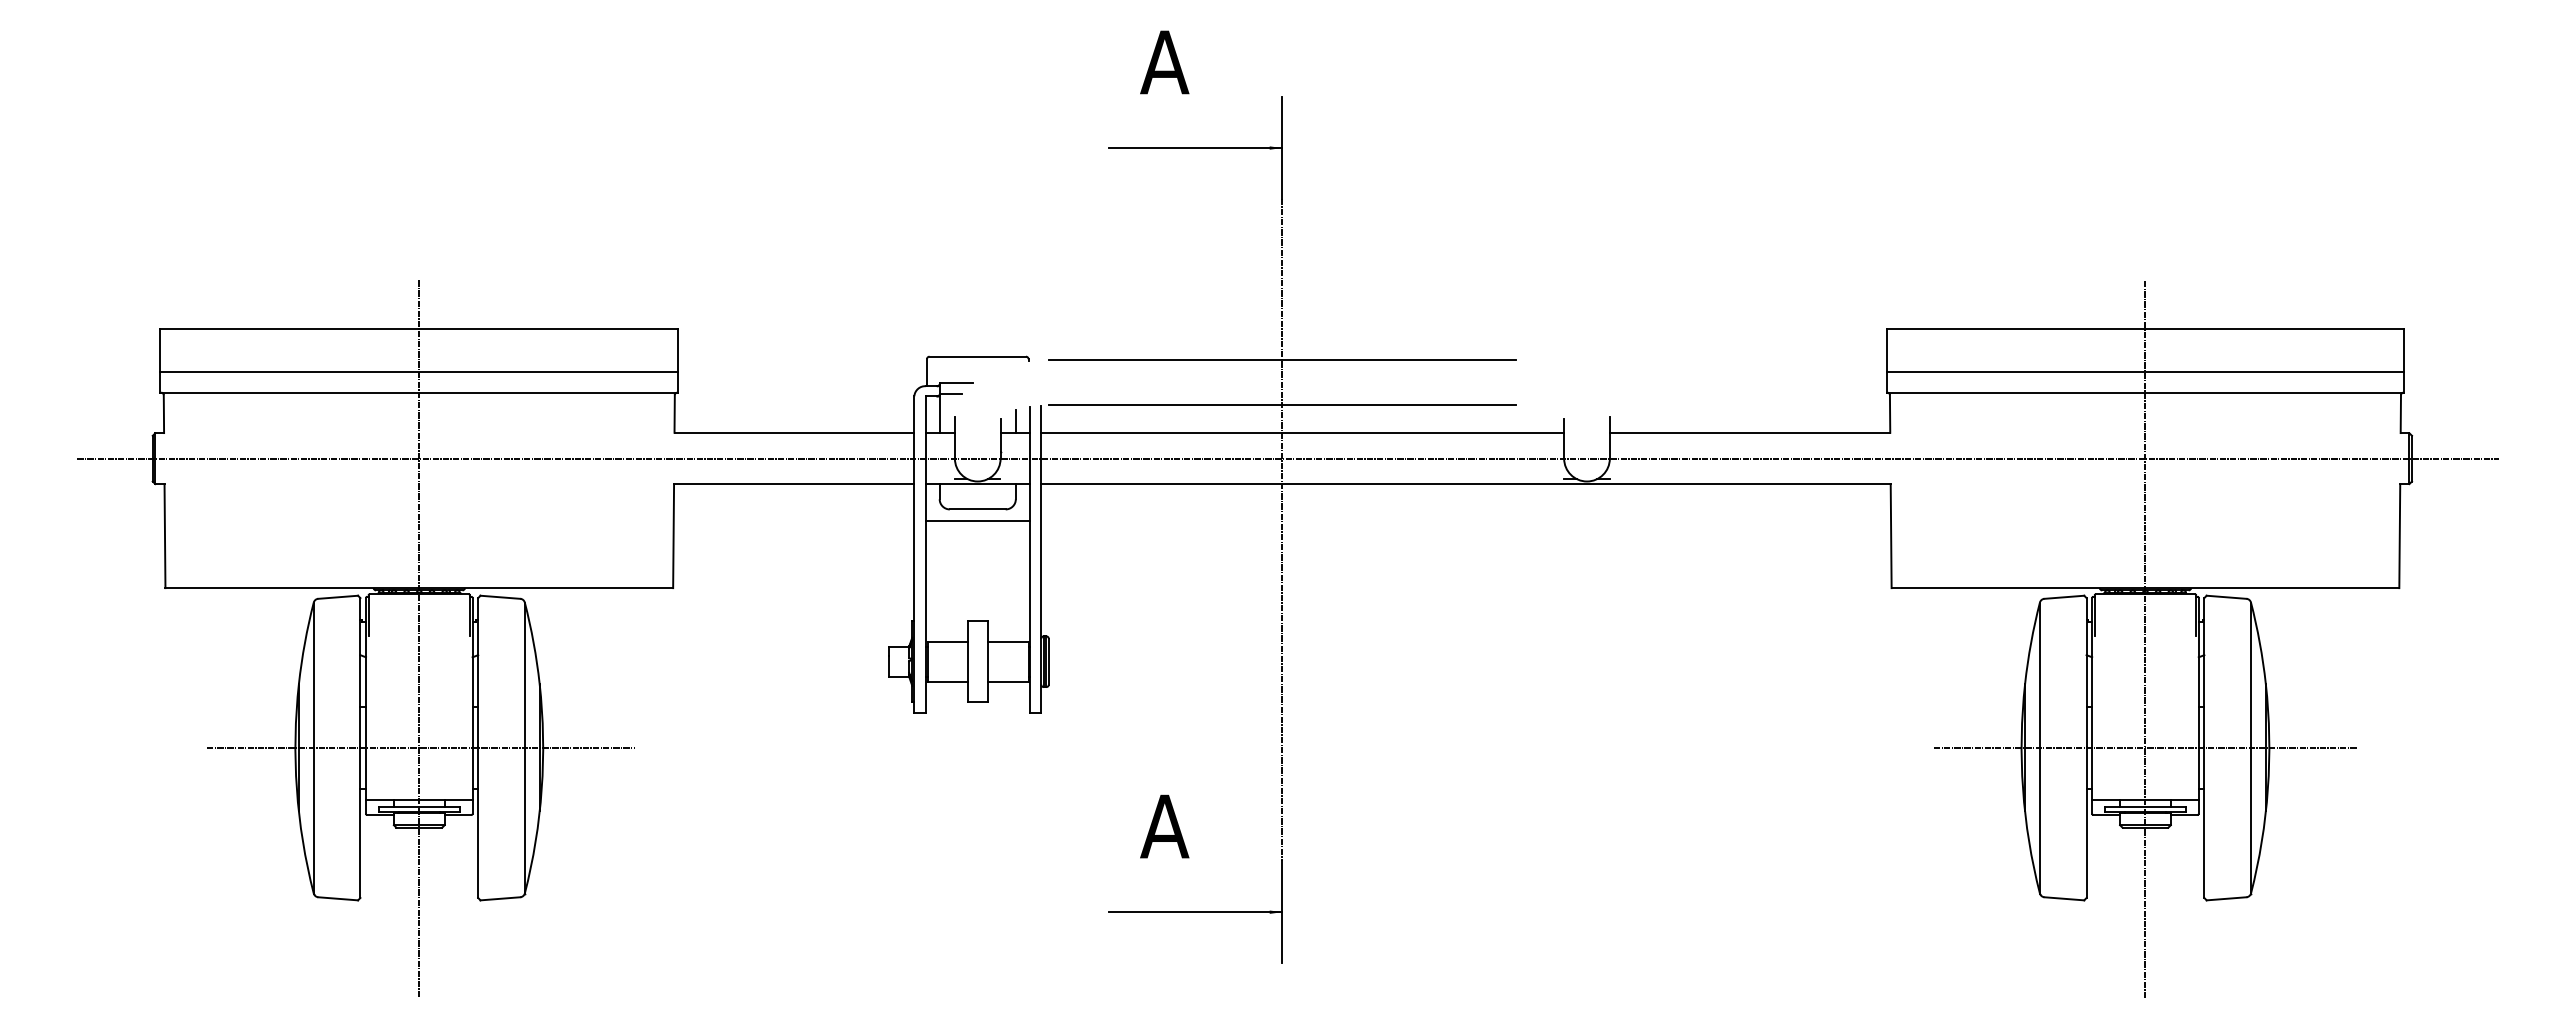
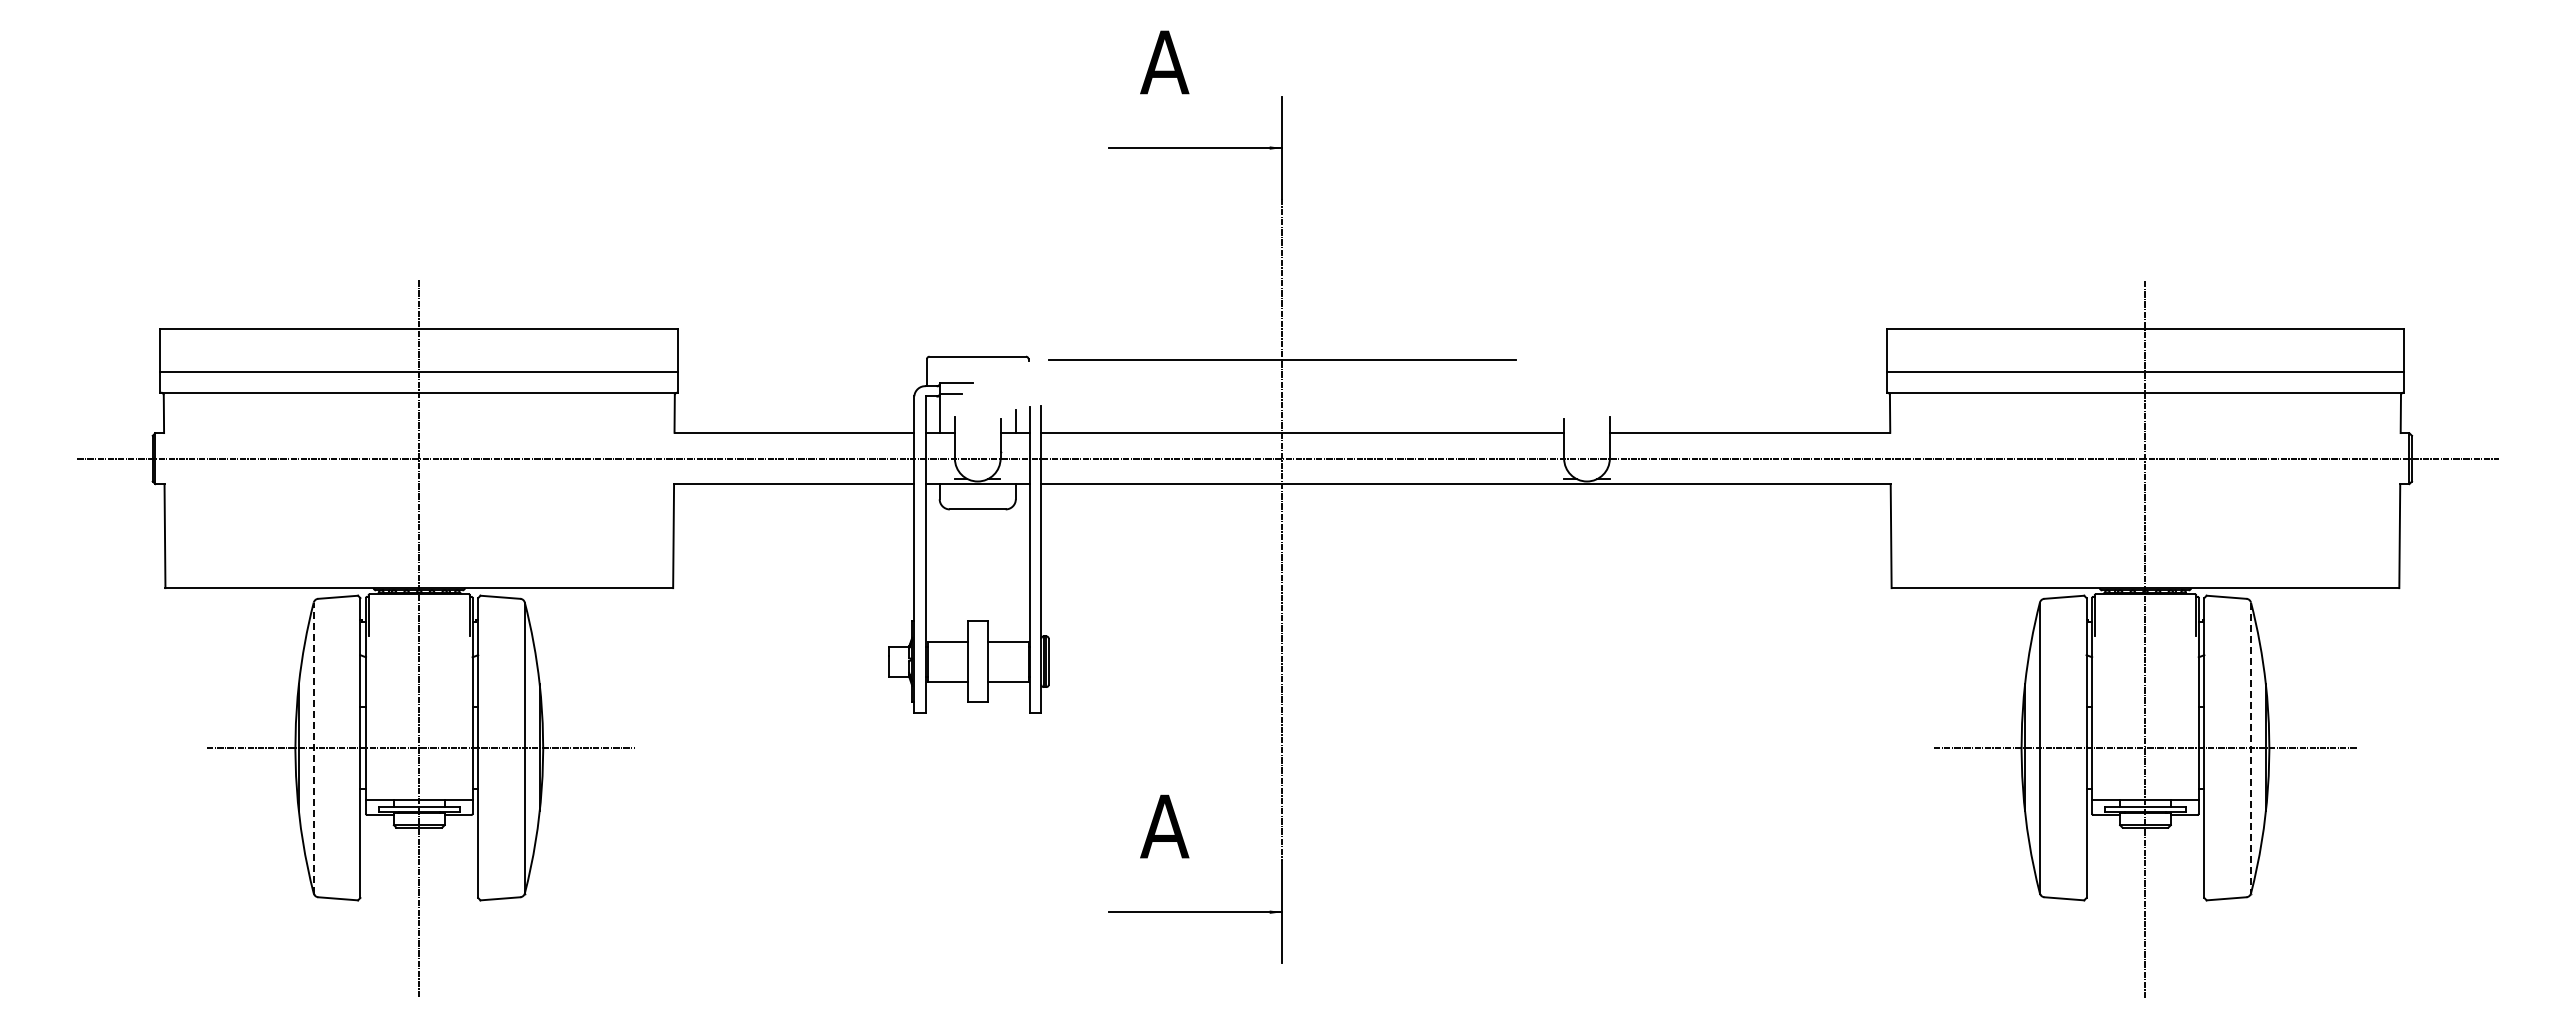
line at (1281, 405): present -> none
line at (977, 520): present -> none
line at (313, 747): solid -> dashed
line at (2251, 748): solid -> dashed
